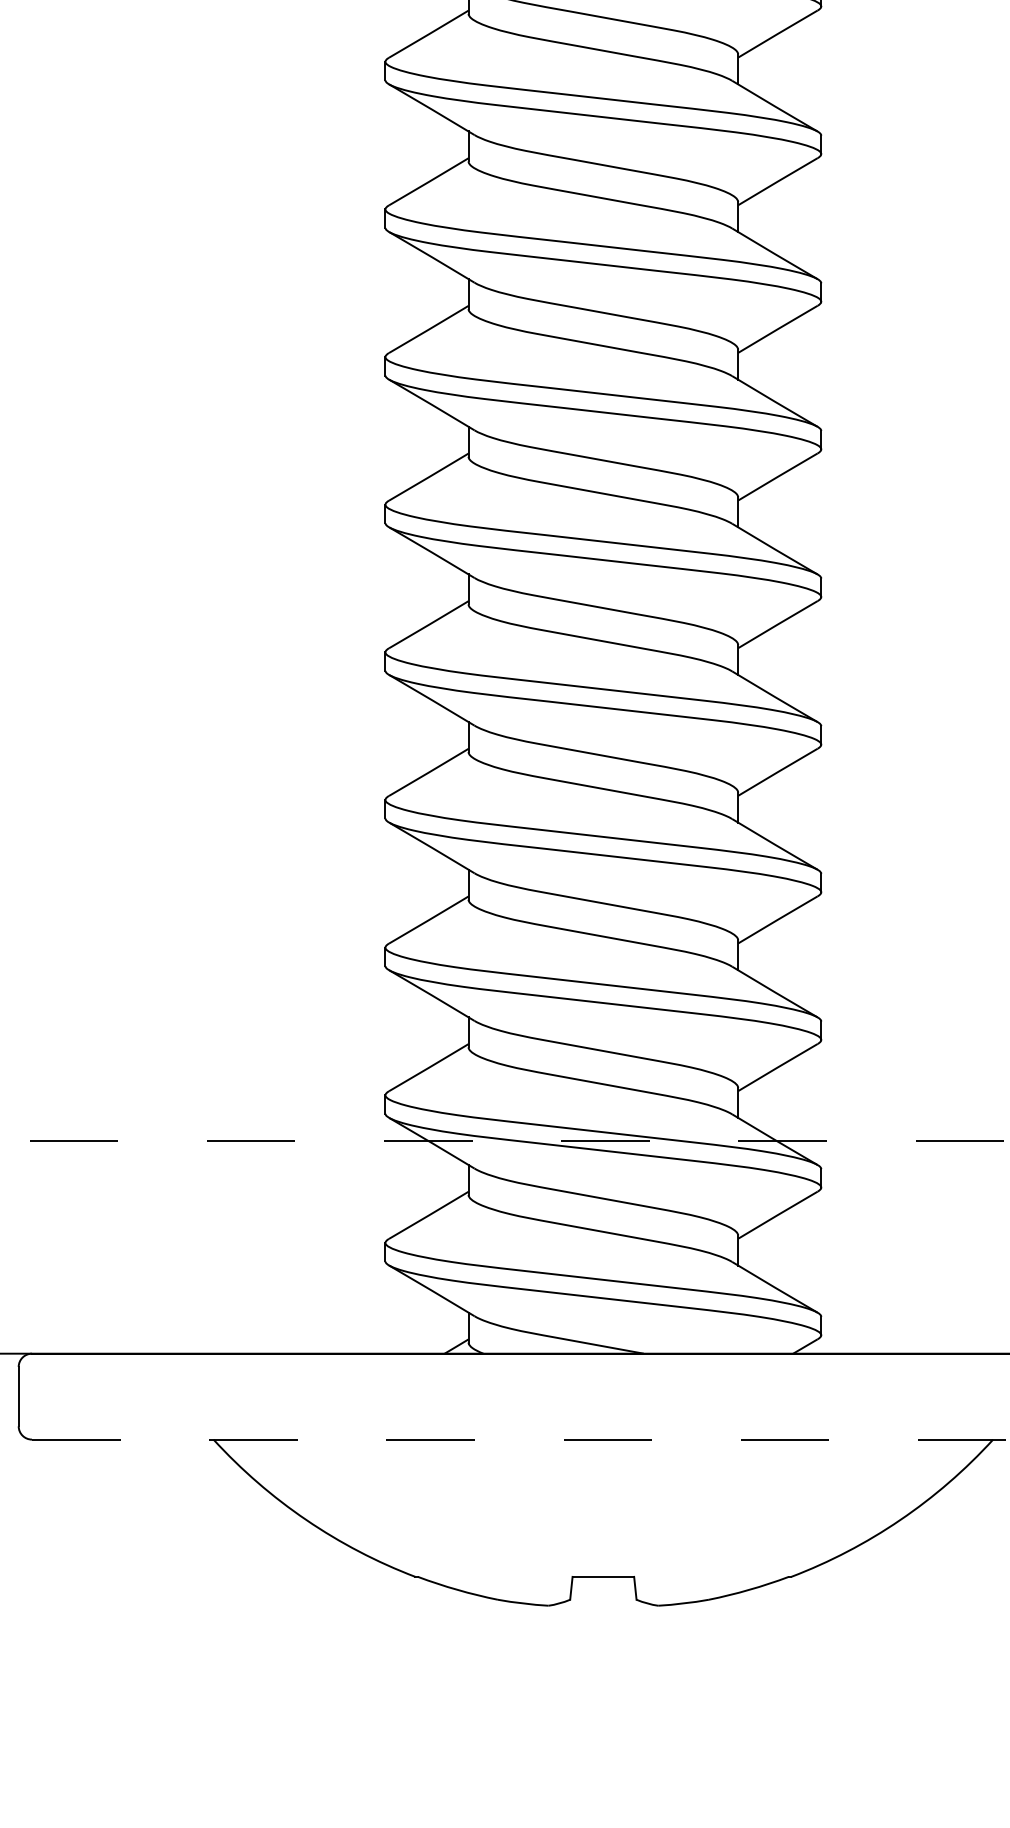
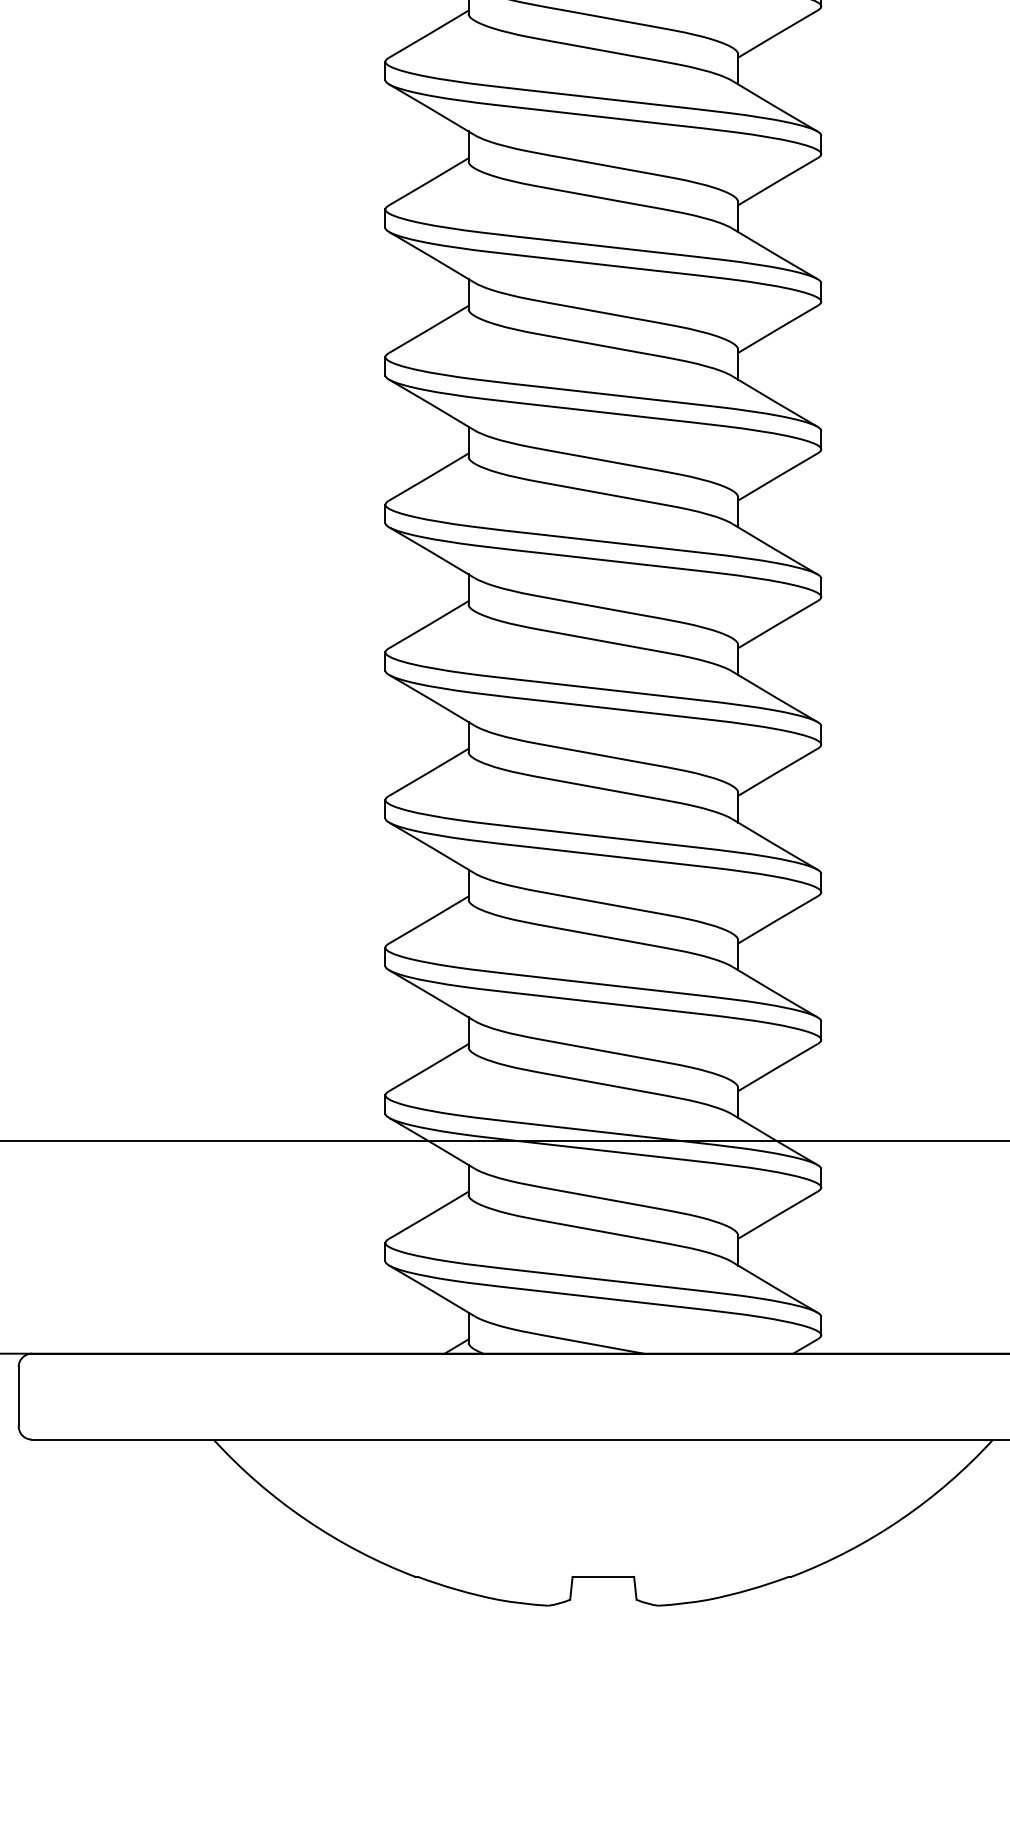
line at (504, 1141): dashed -> solid
line at (520, 1439): dashed -> solid
